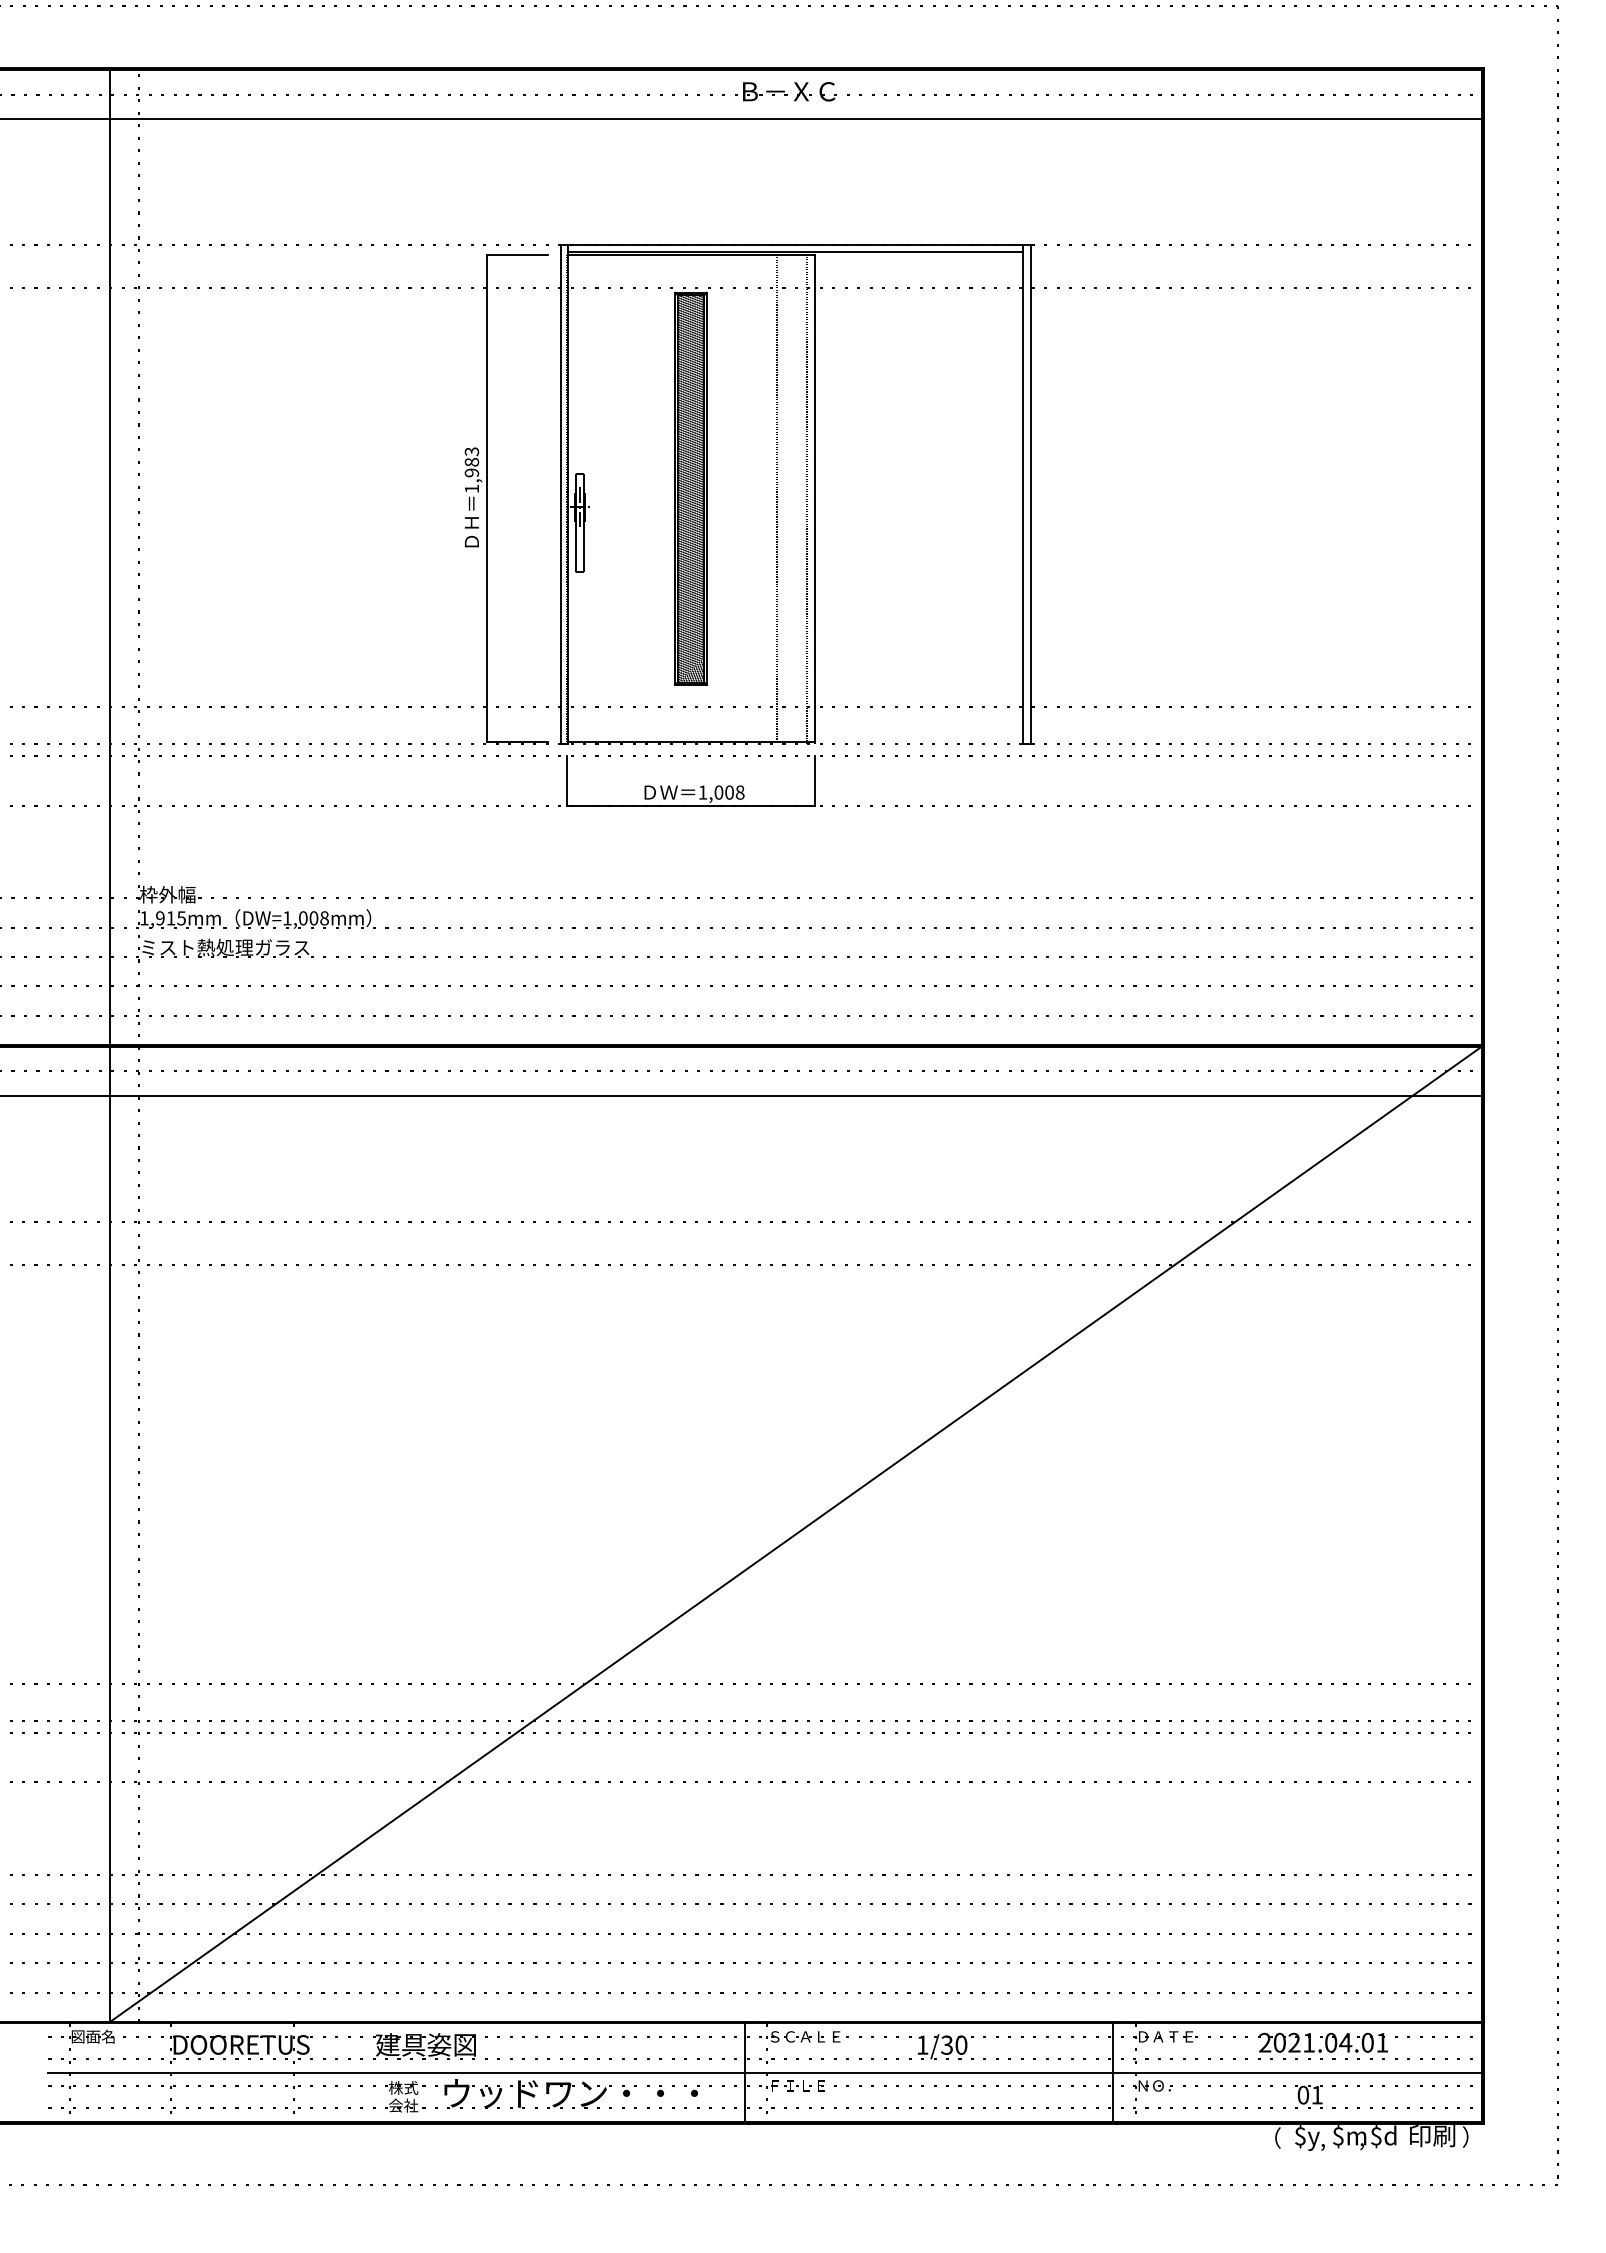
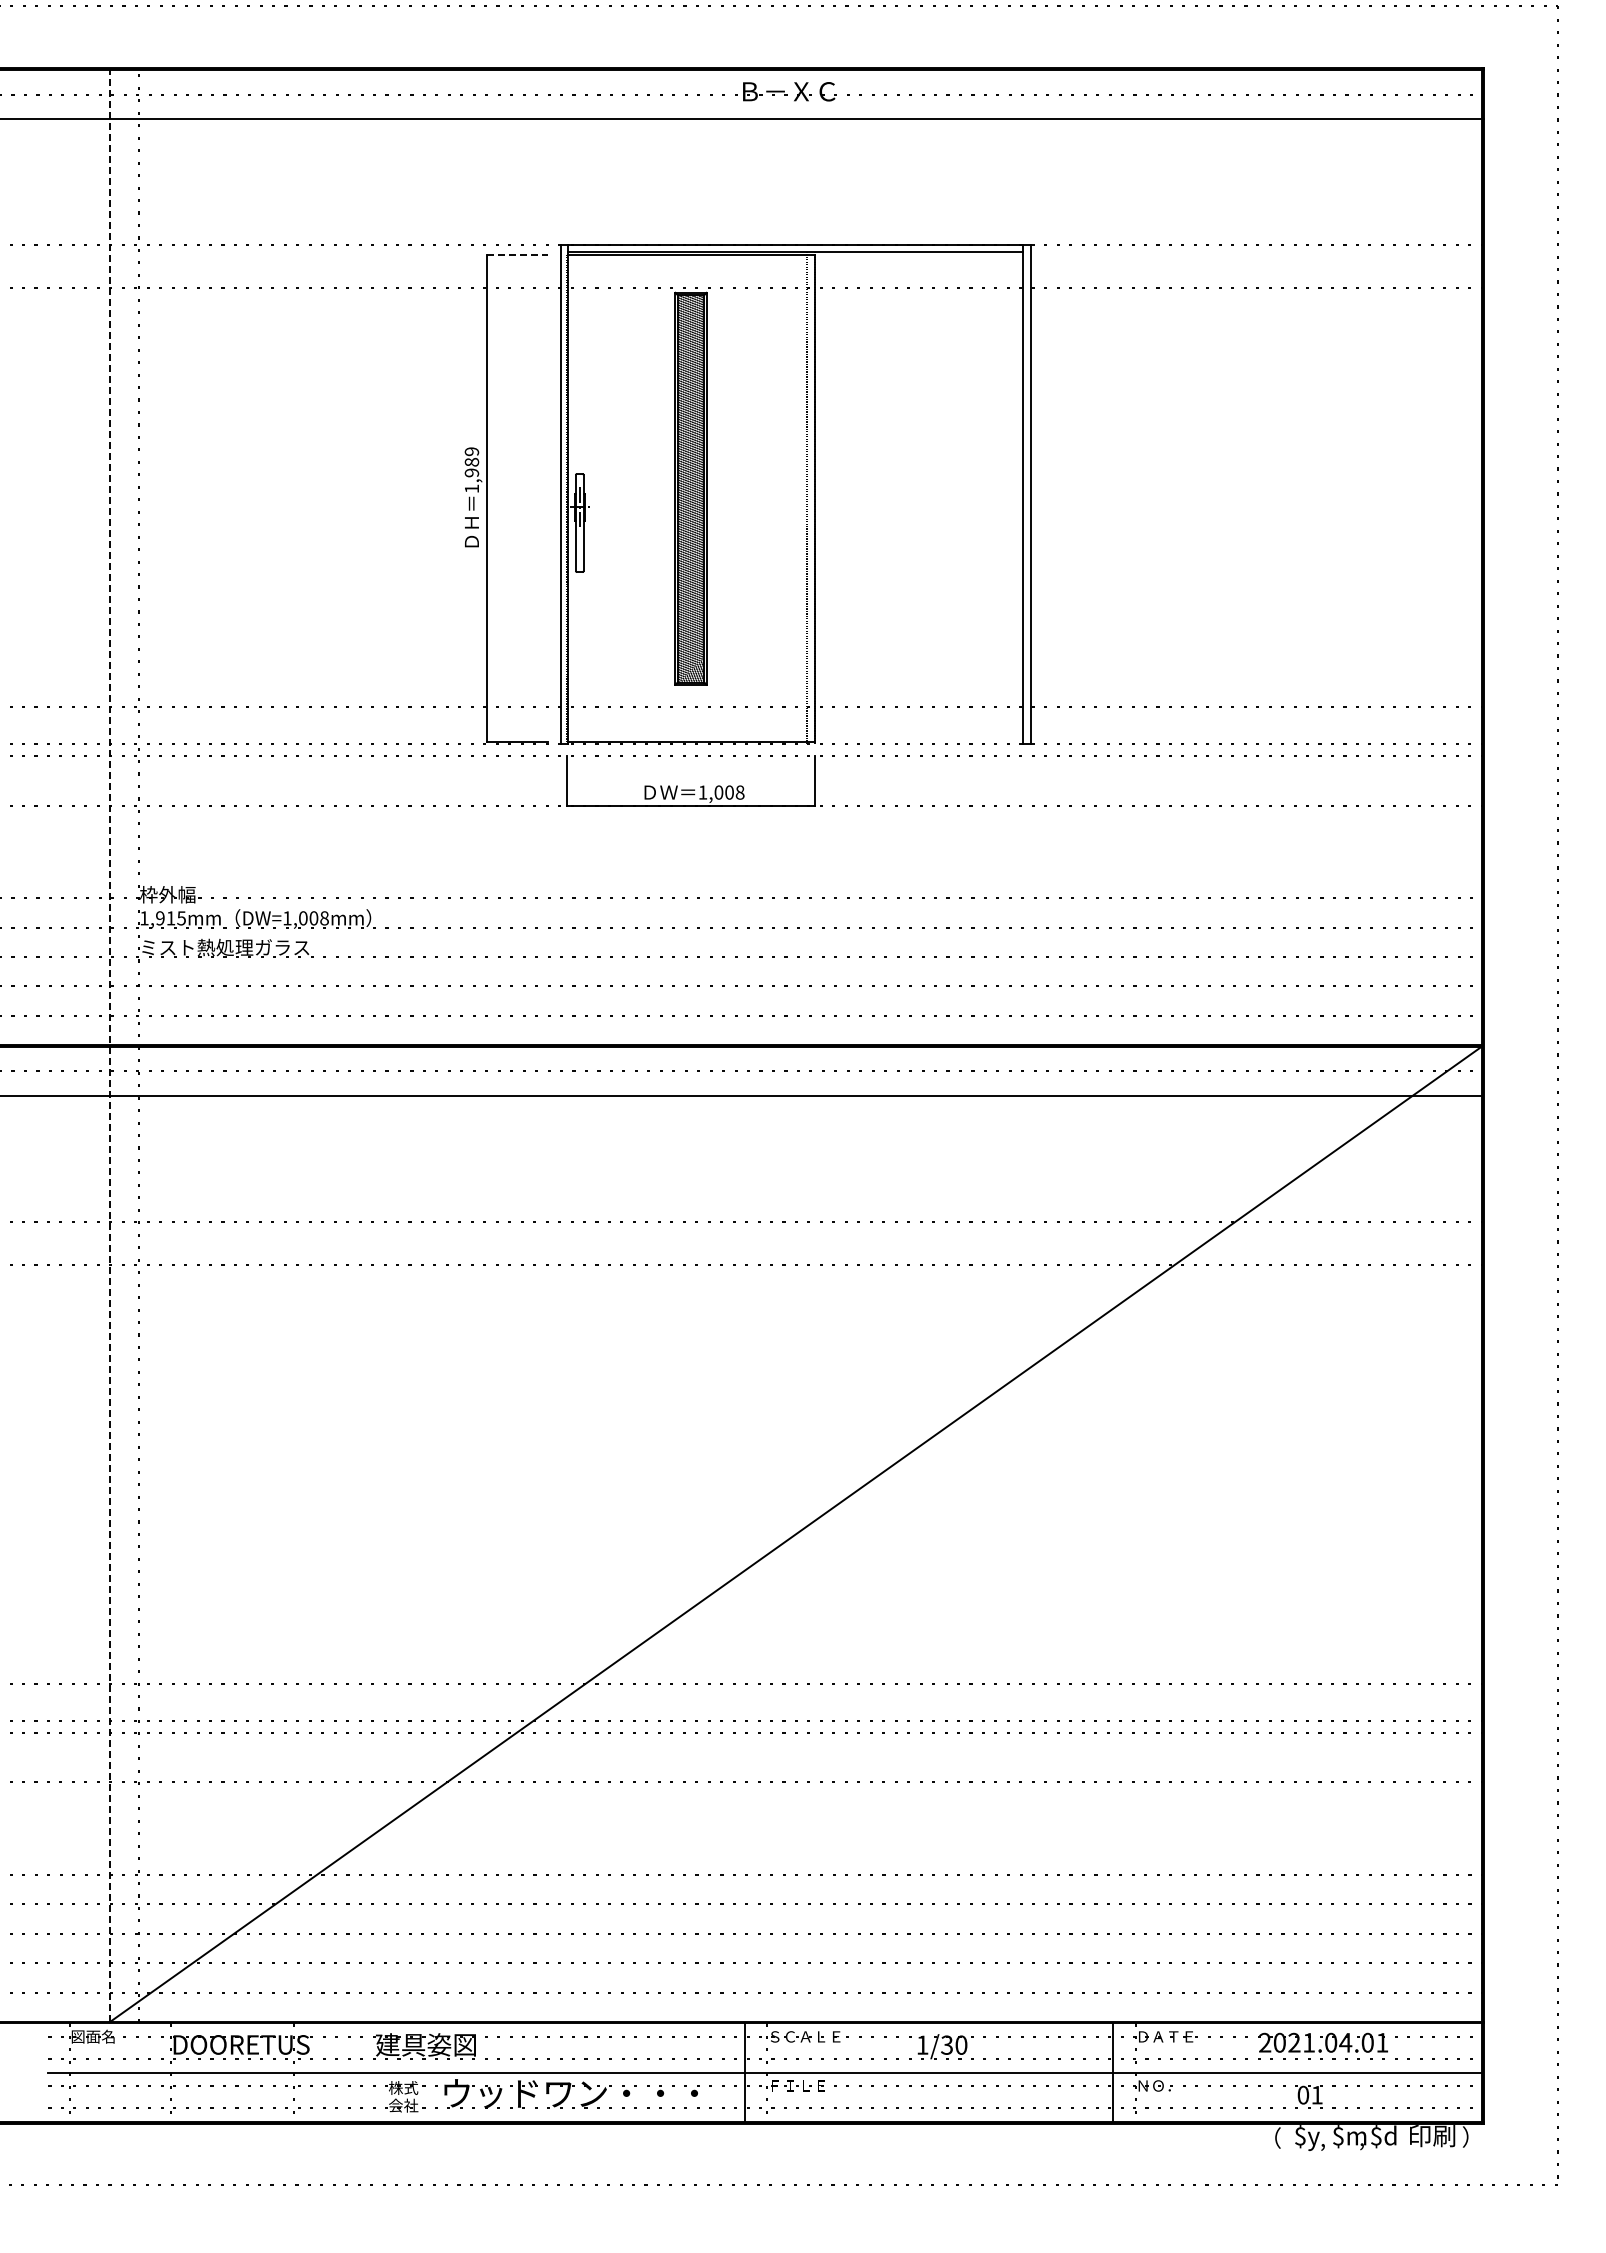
line at (517, 255): solid -> dashed
text at (472, 451): 1,983 -> 1,989
line at (776, 498): present -> none
line at (109, 1044): solid -> dashed
